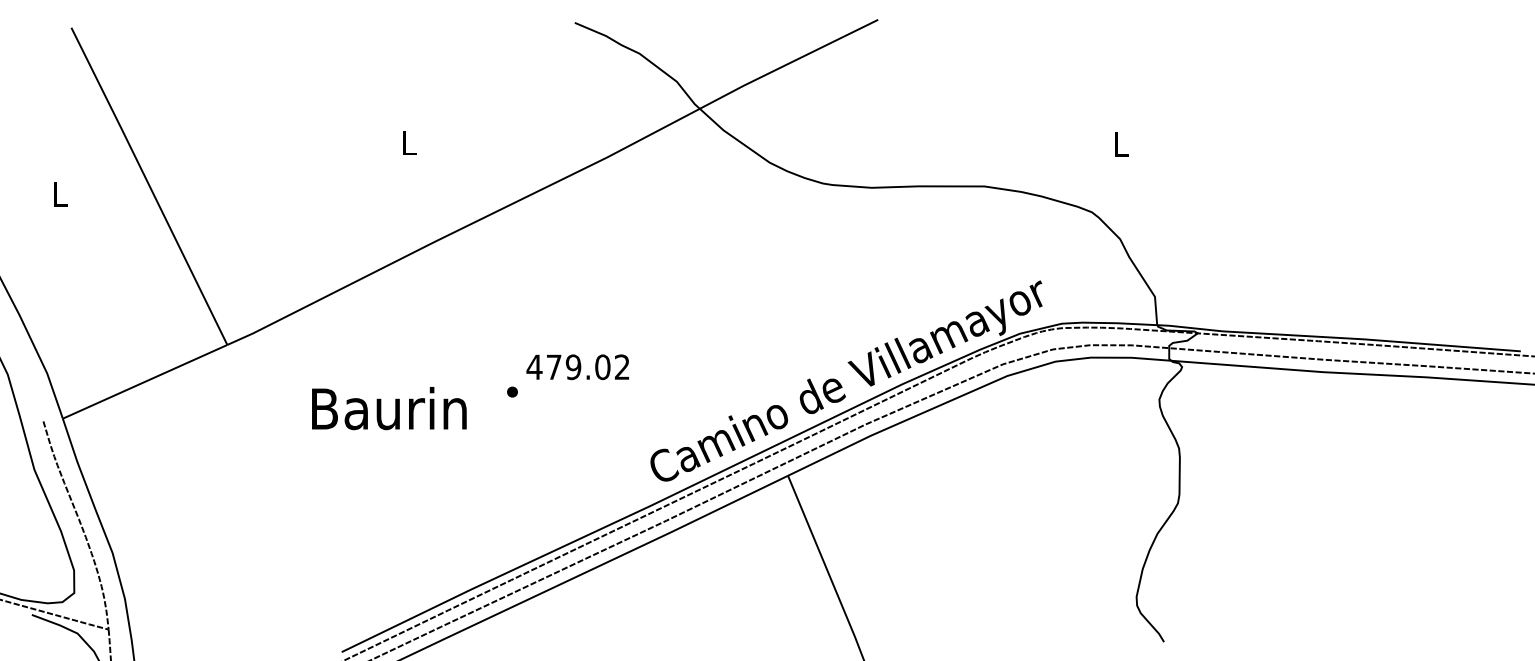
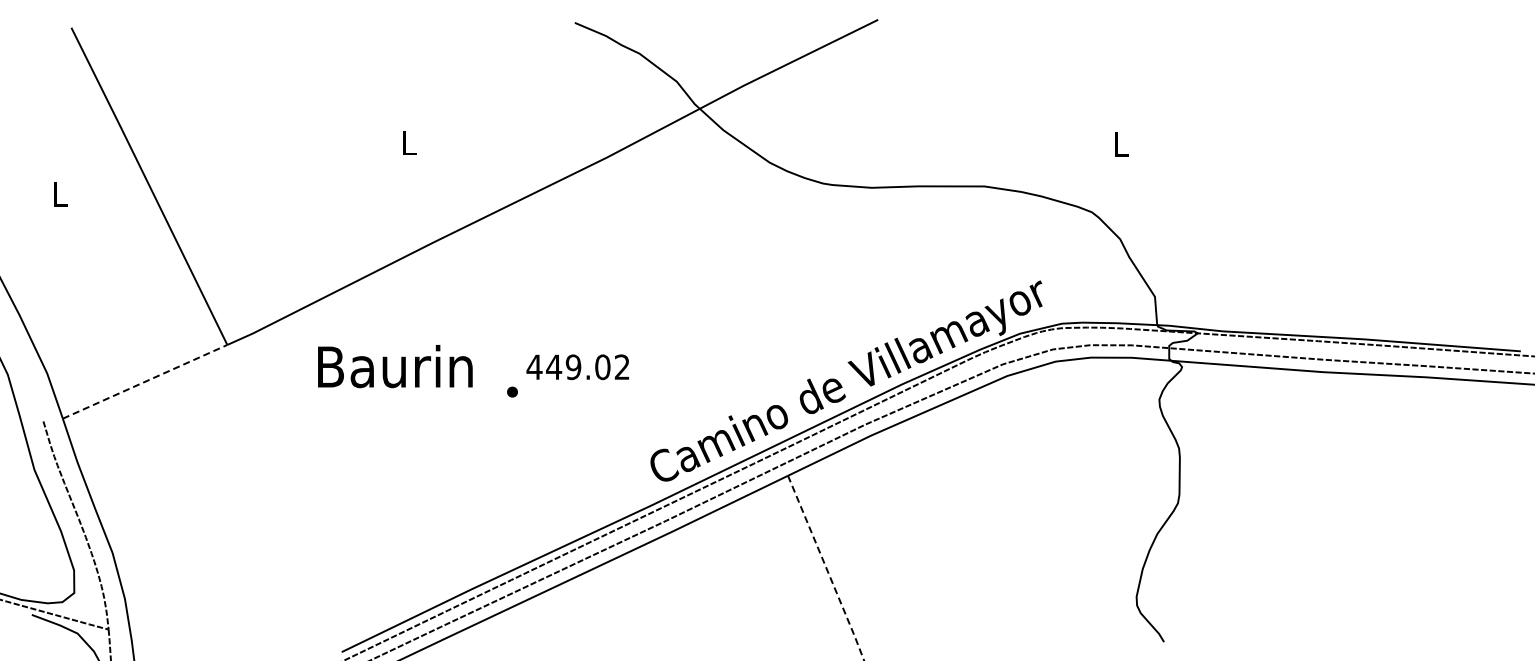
text at (554, 366): 479.02 -> 449.02
line at (145, 381): solid -> dashed
text at (389, 408) position: (389, 408) -> (395, 366)
line at (826, 568): solid -> dashed
